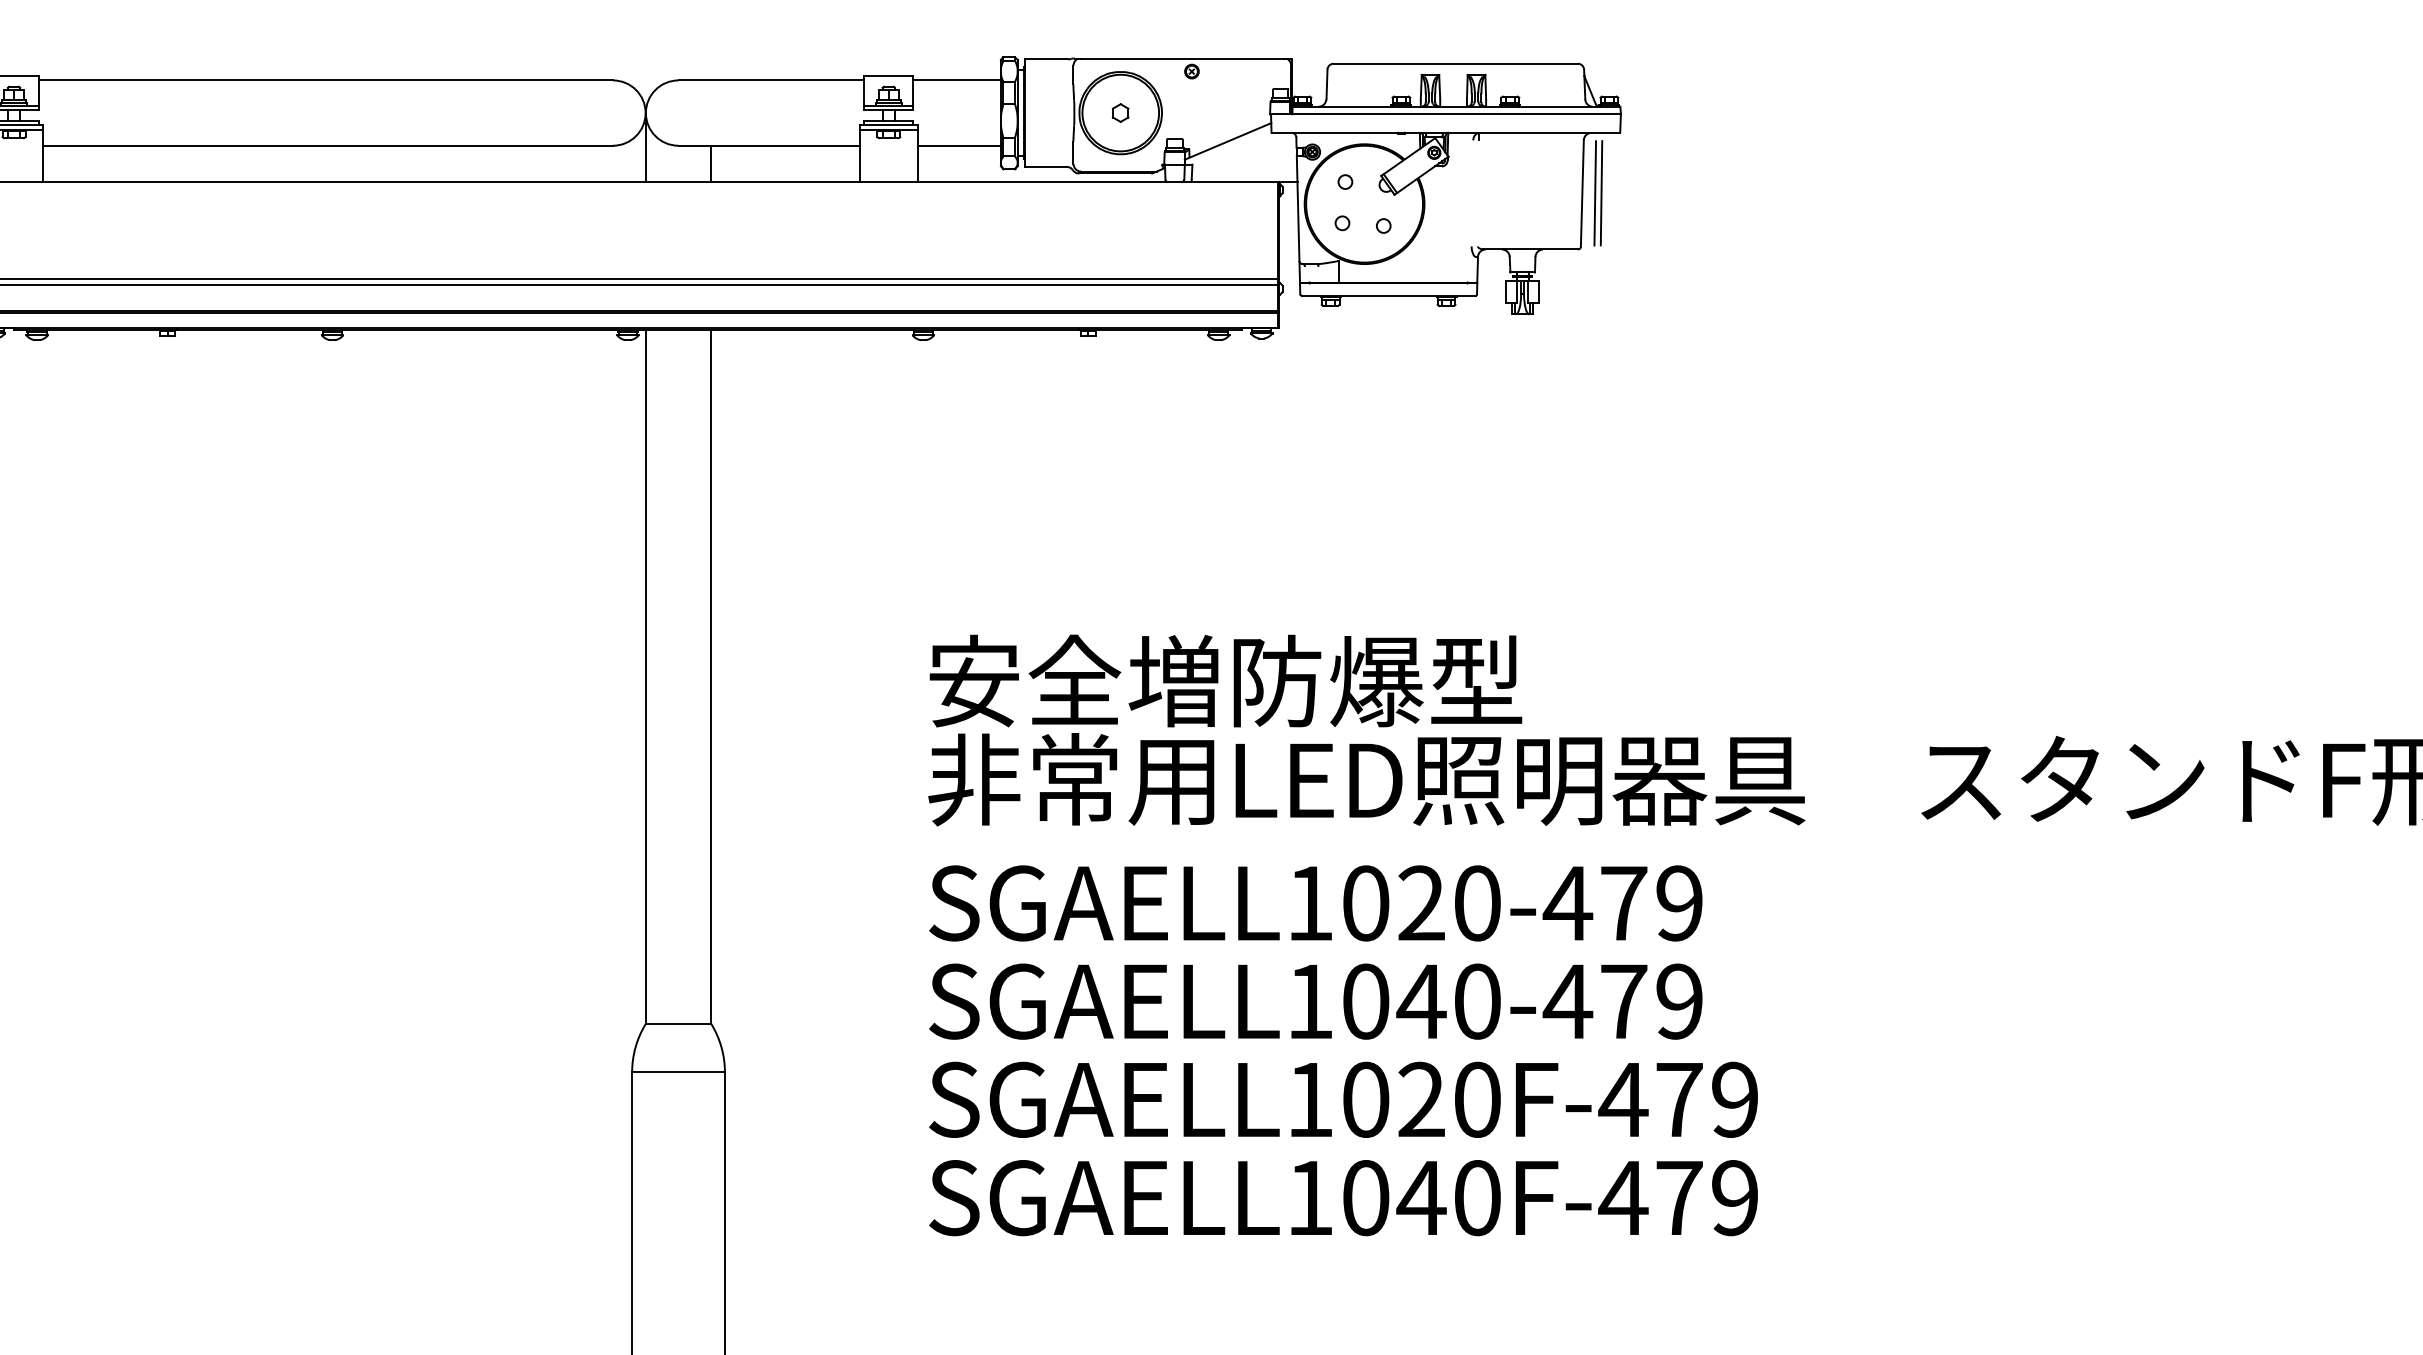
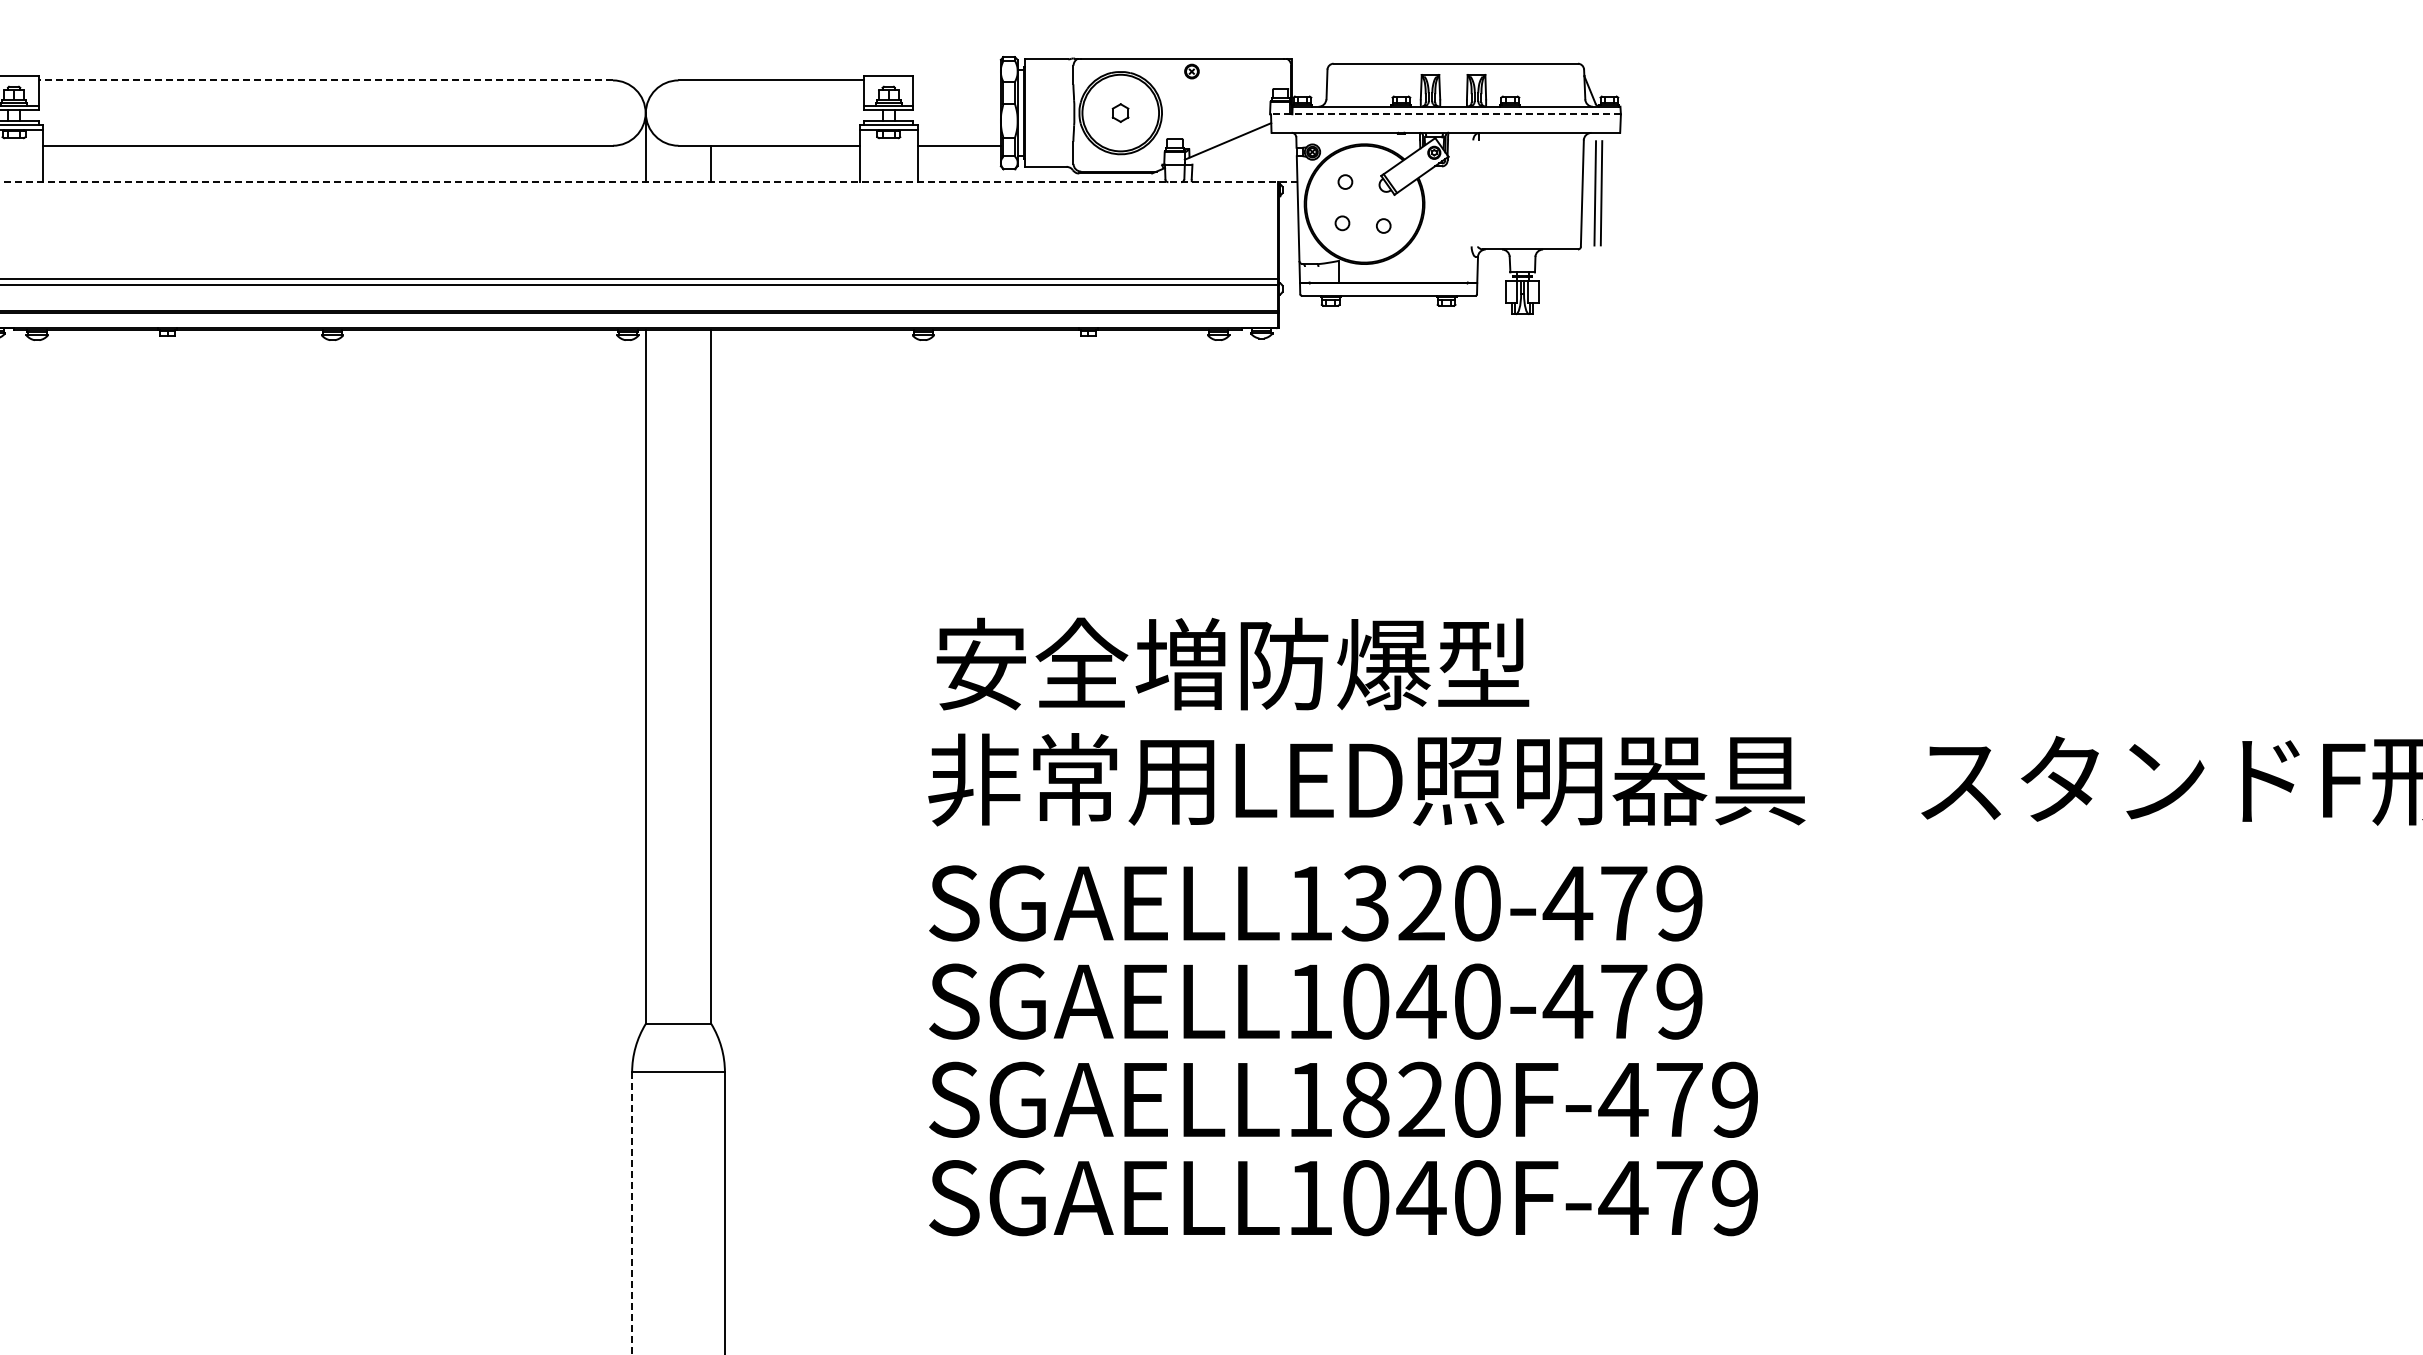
line at (325, 80): solid -> dashed
line at (956, 80): present -> none
line at (1444, 114): solid -> dashed
line at (648, 182): solid -> dashed
text at (1225, 680) position: (1225, 680) -> (1232, 663)
text at (1365, 903): SGAELL1020-479 -> SGAELL1320-479
text at (1366, 1099): SGAELL1020F-479 -> SGAELL1820F-479
line at (632, 1213): solid -> dashed
